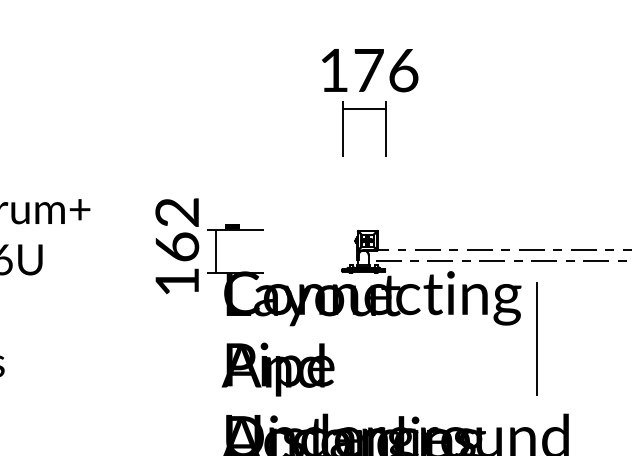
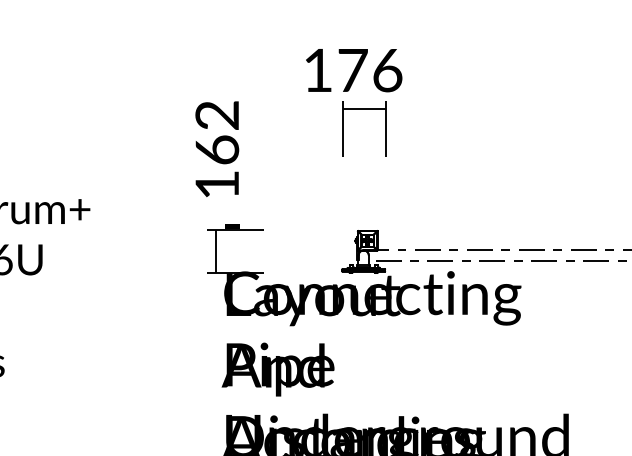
text at (370, 70) position: (370, 70) -> (354, 70)
text at (177, 246) position: (177, 246) -> (217, 149)
line at (536, 338): present -> none
